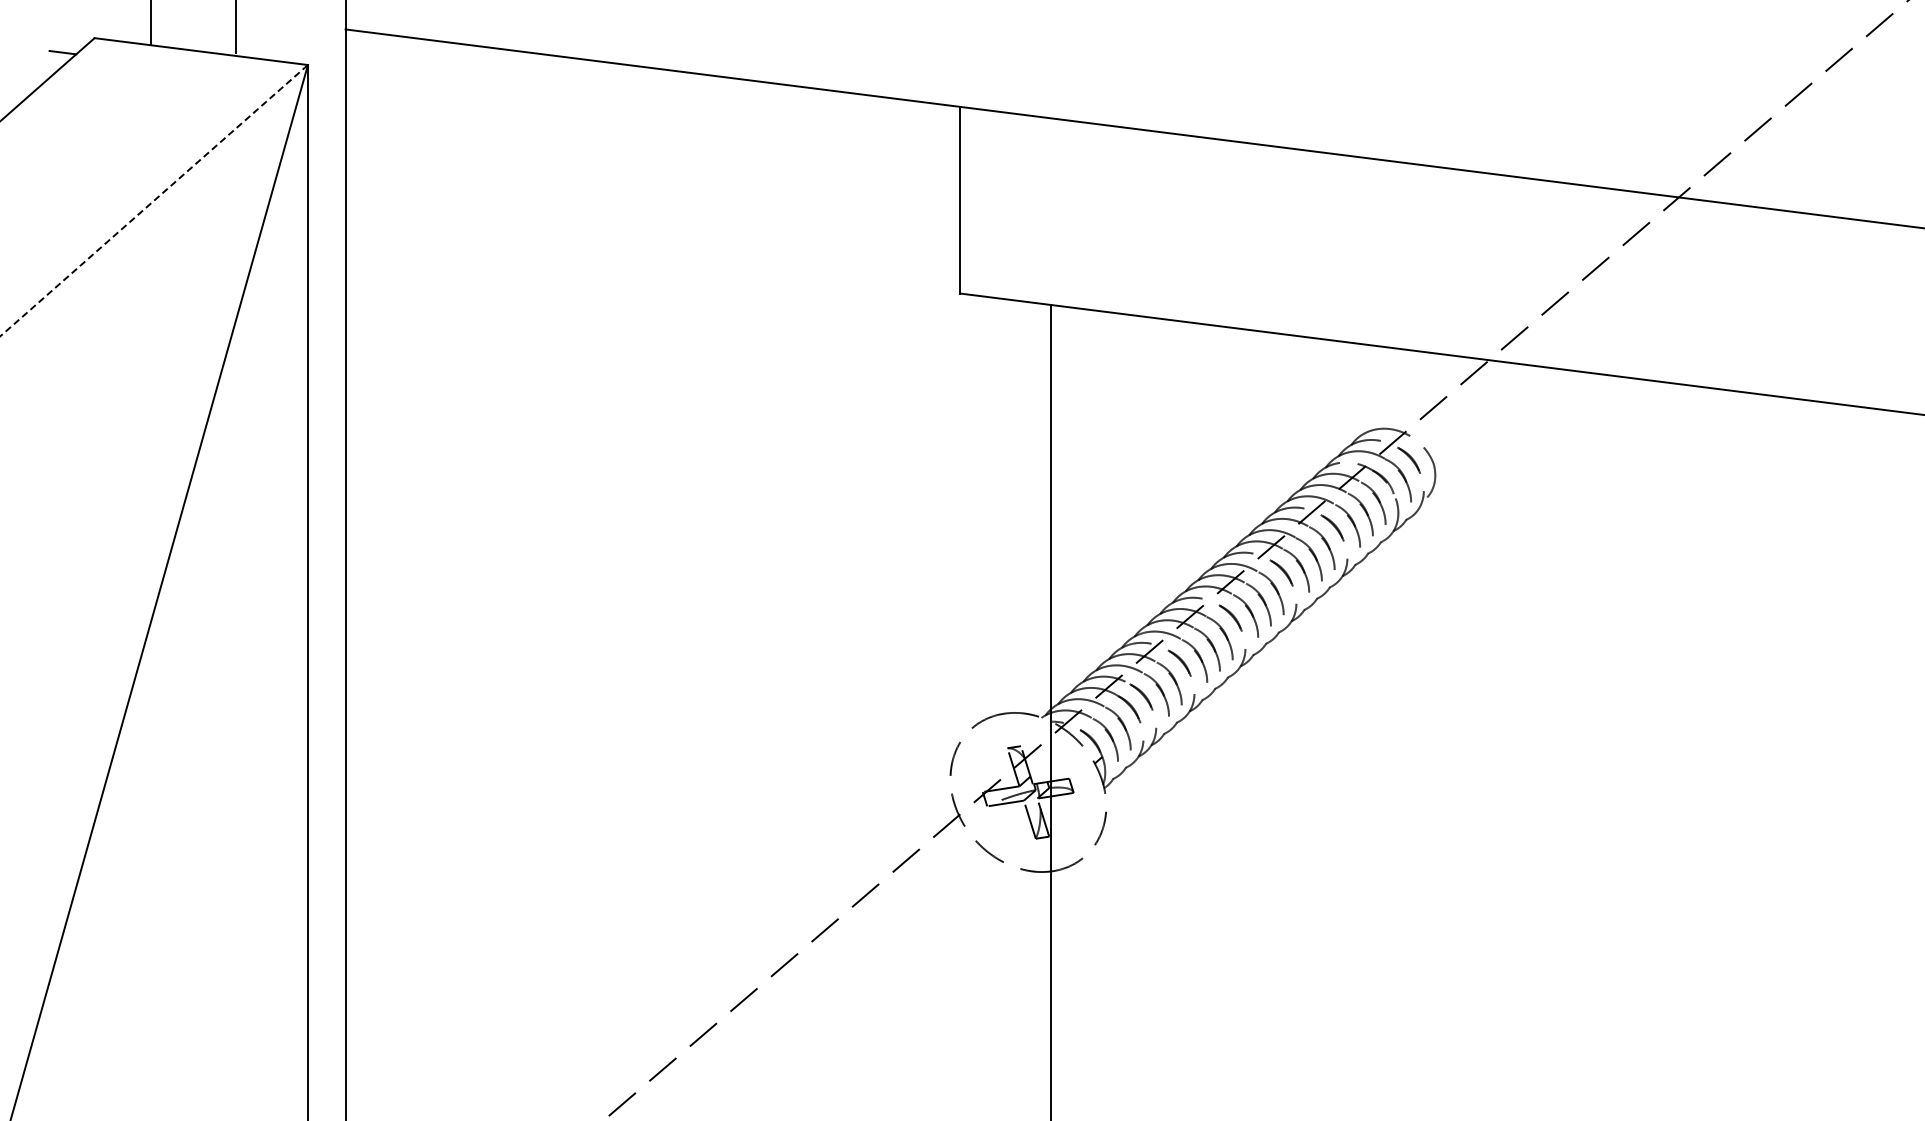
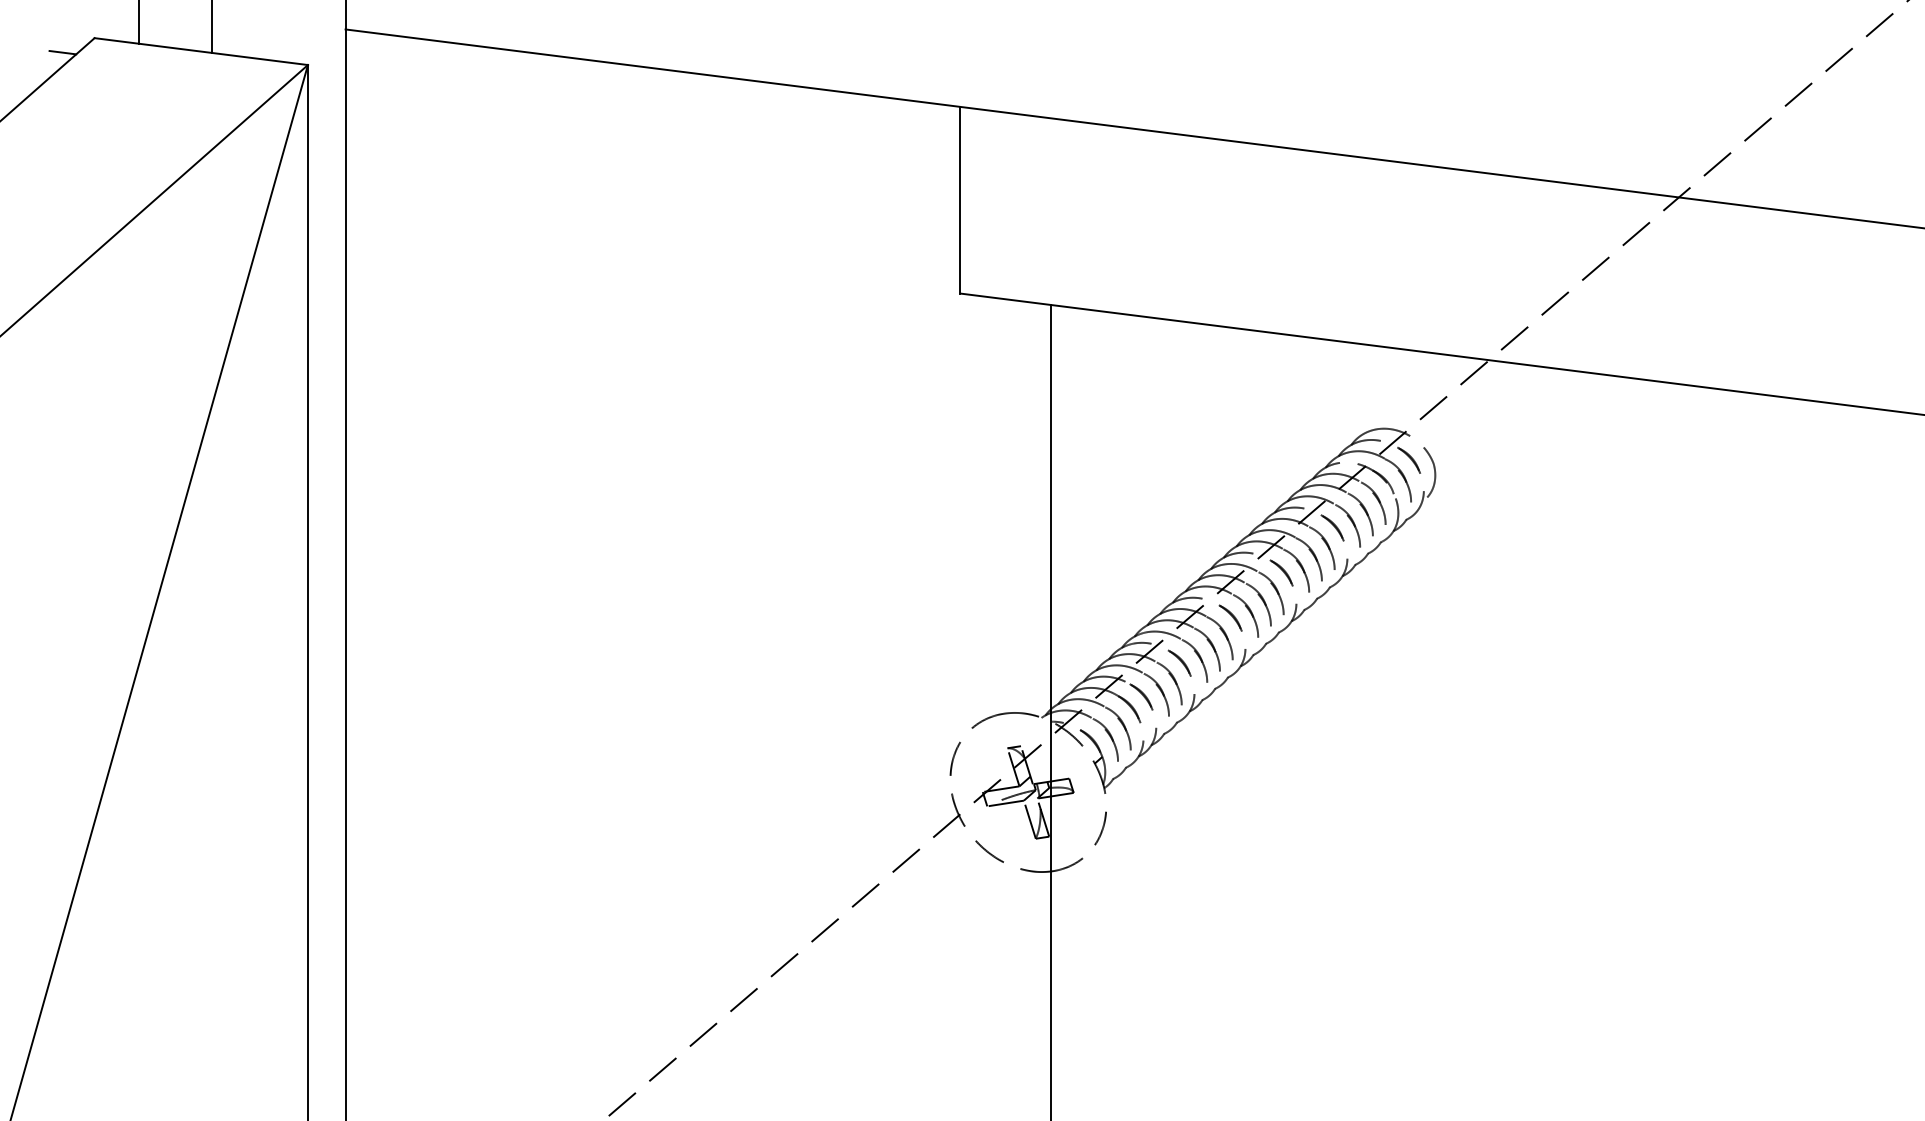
line at (150, 22) position: (150, 22) -> (138, 22)
line at (236, 27) position: (236, 27) -> (212, 27)
line at (154, 200): dashed -> solid
